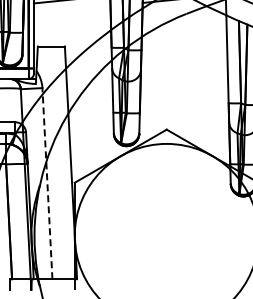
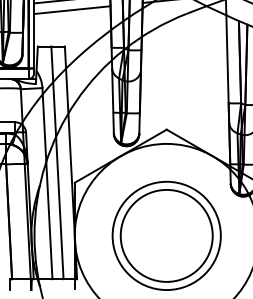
line at (72, 10): none -> present
line at (57, 162): none -> present
line at (47, 183): dashed -> solid
part at (166, 235): none -> present
